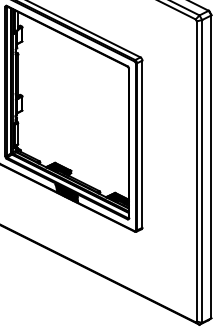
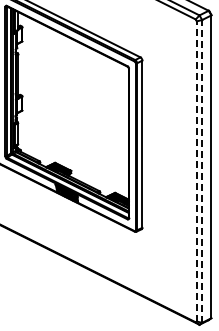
line at (196, 170): solid -> dashed
line at (202, 170): solid -> dashed
